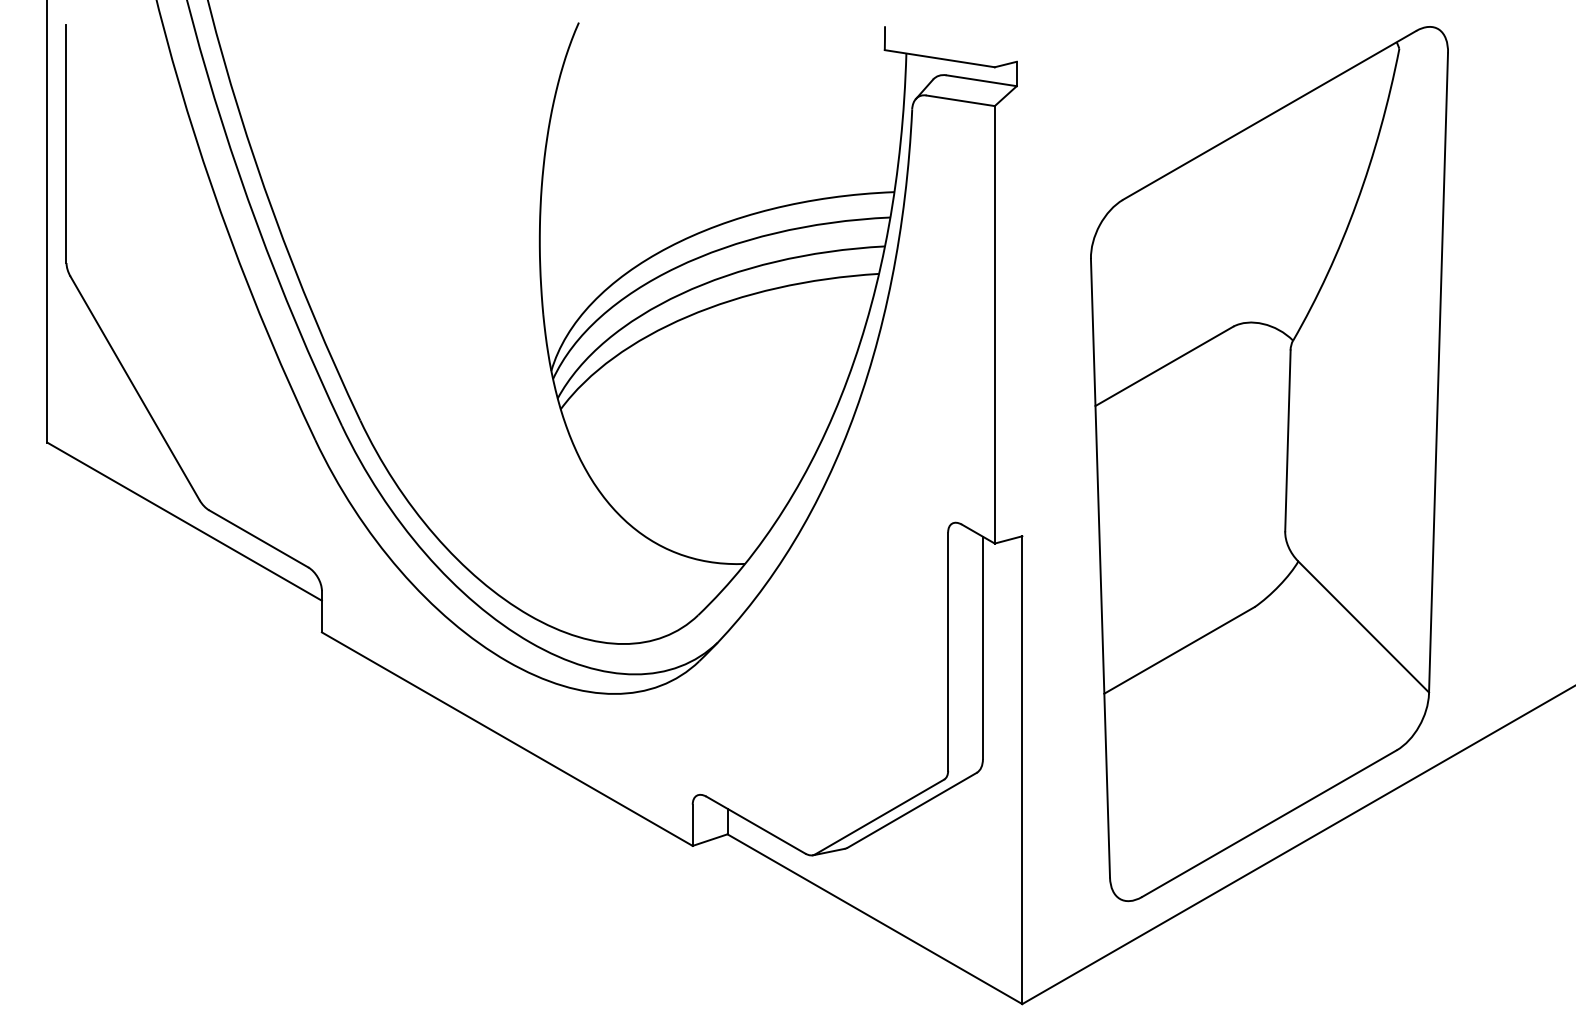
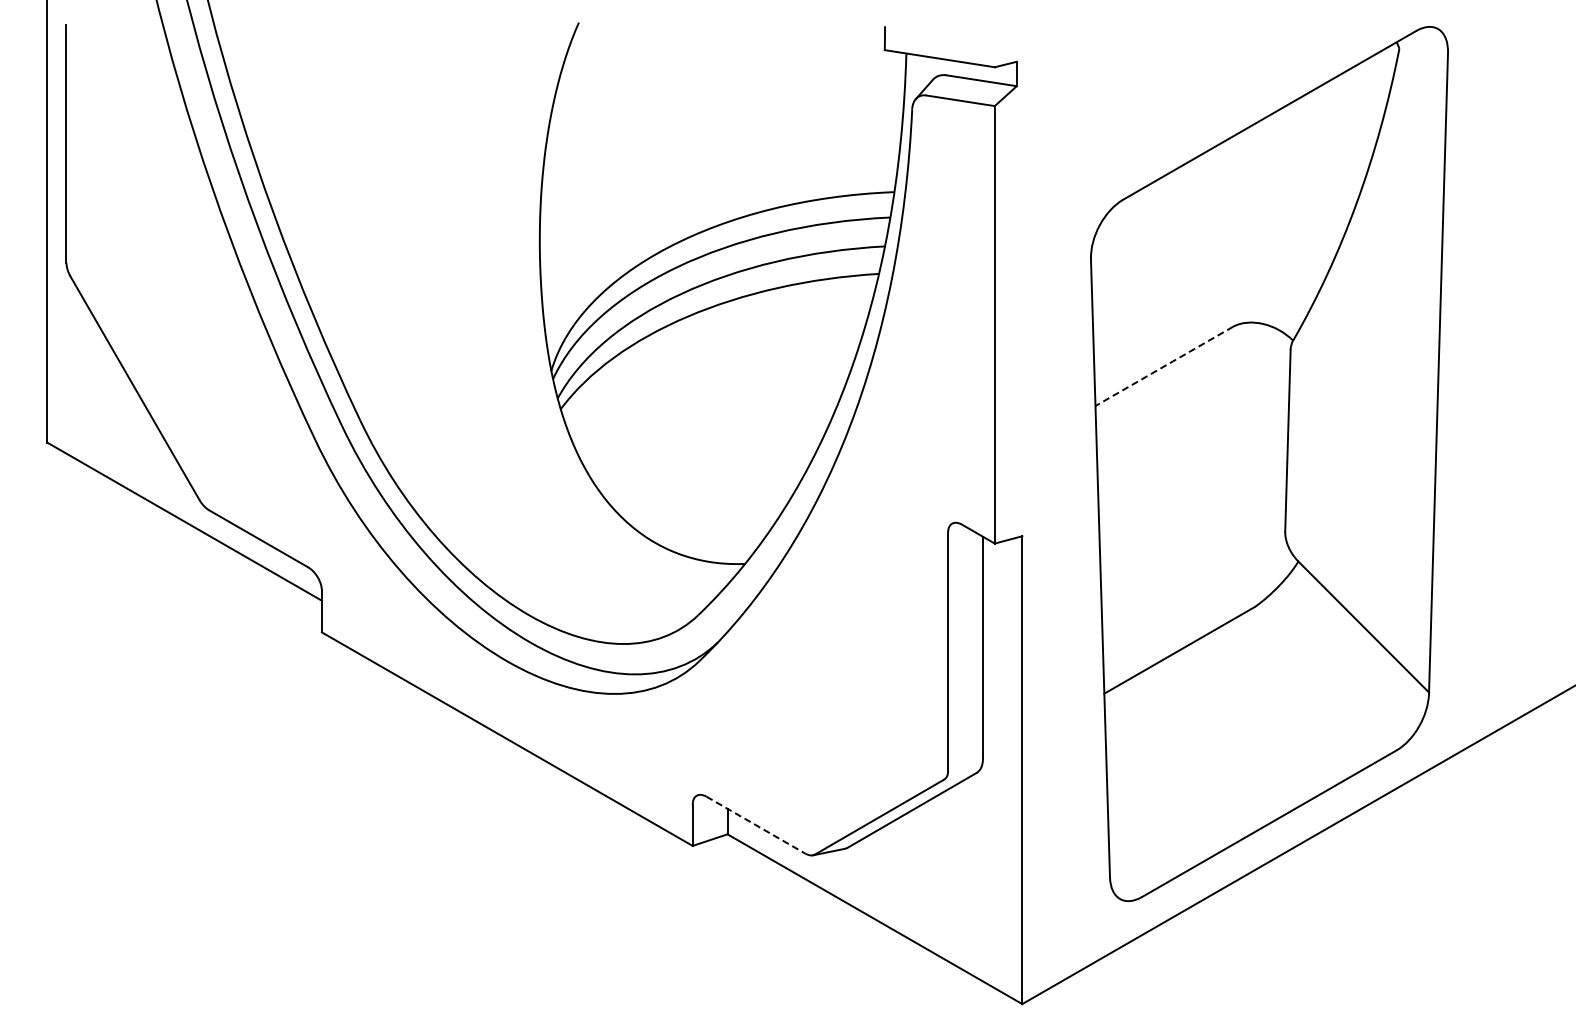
line at (1164, 366): solid -> dashed
line at (756, 825): solid -> dashed
